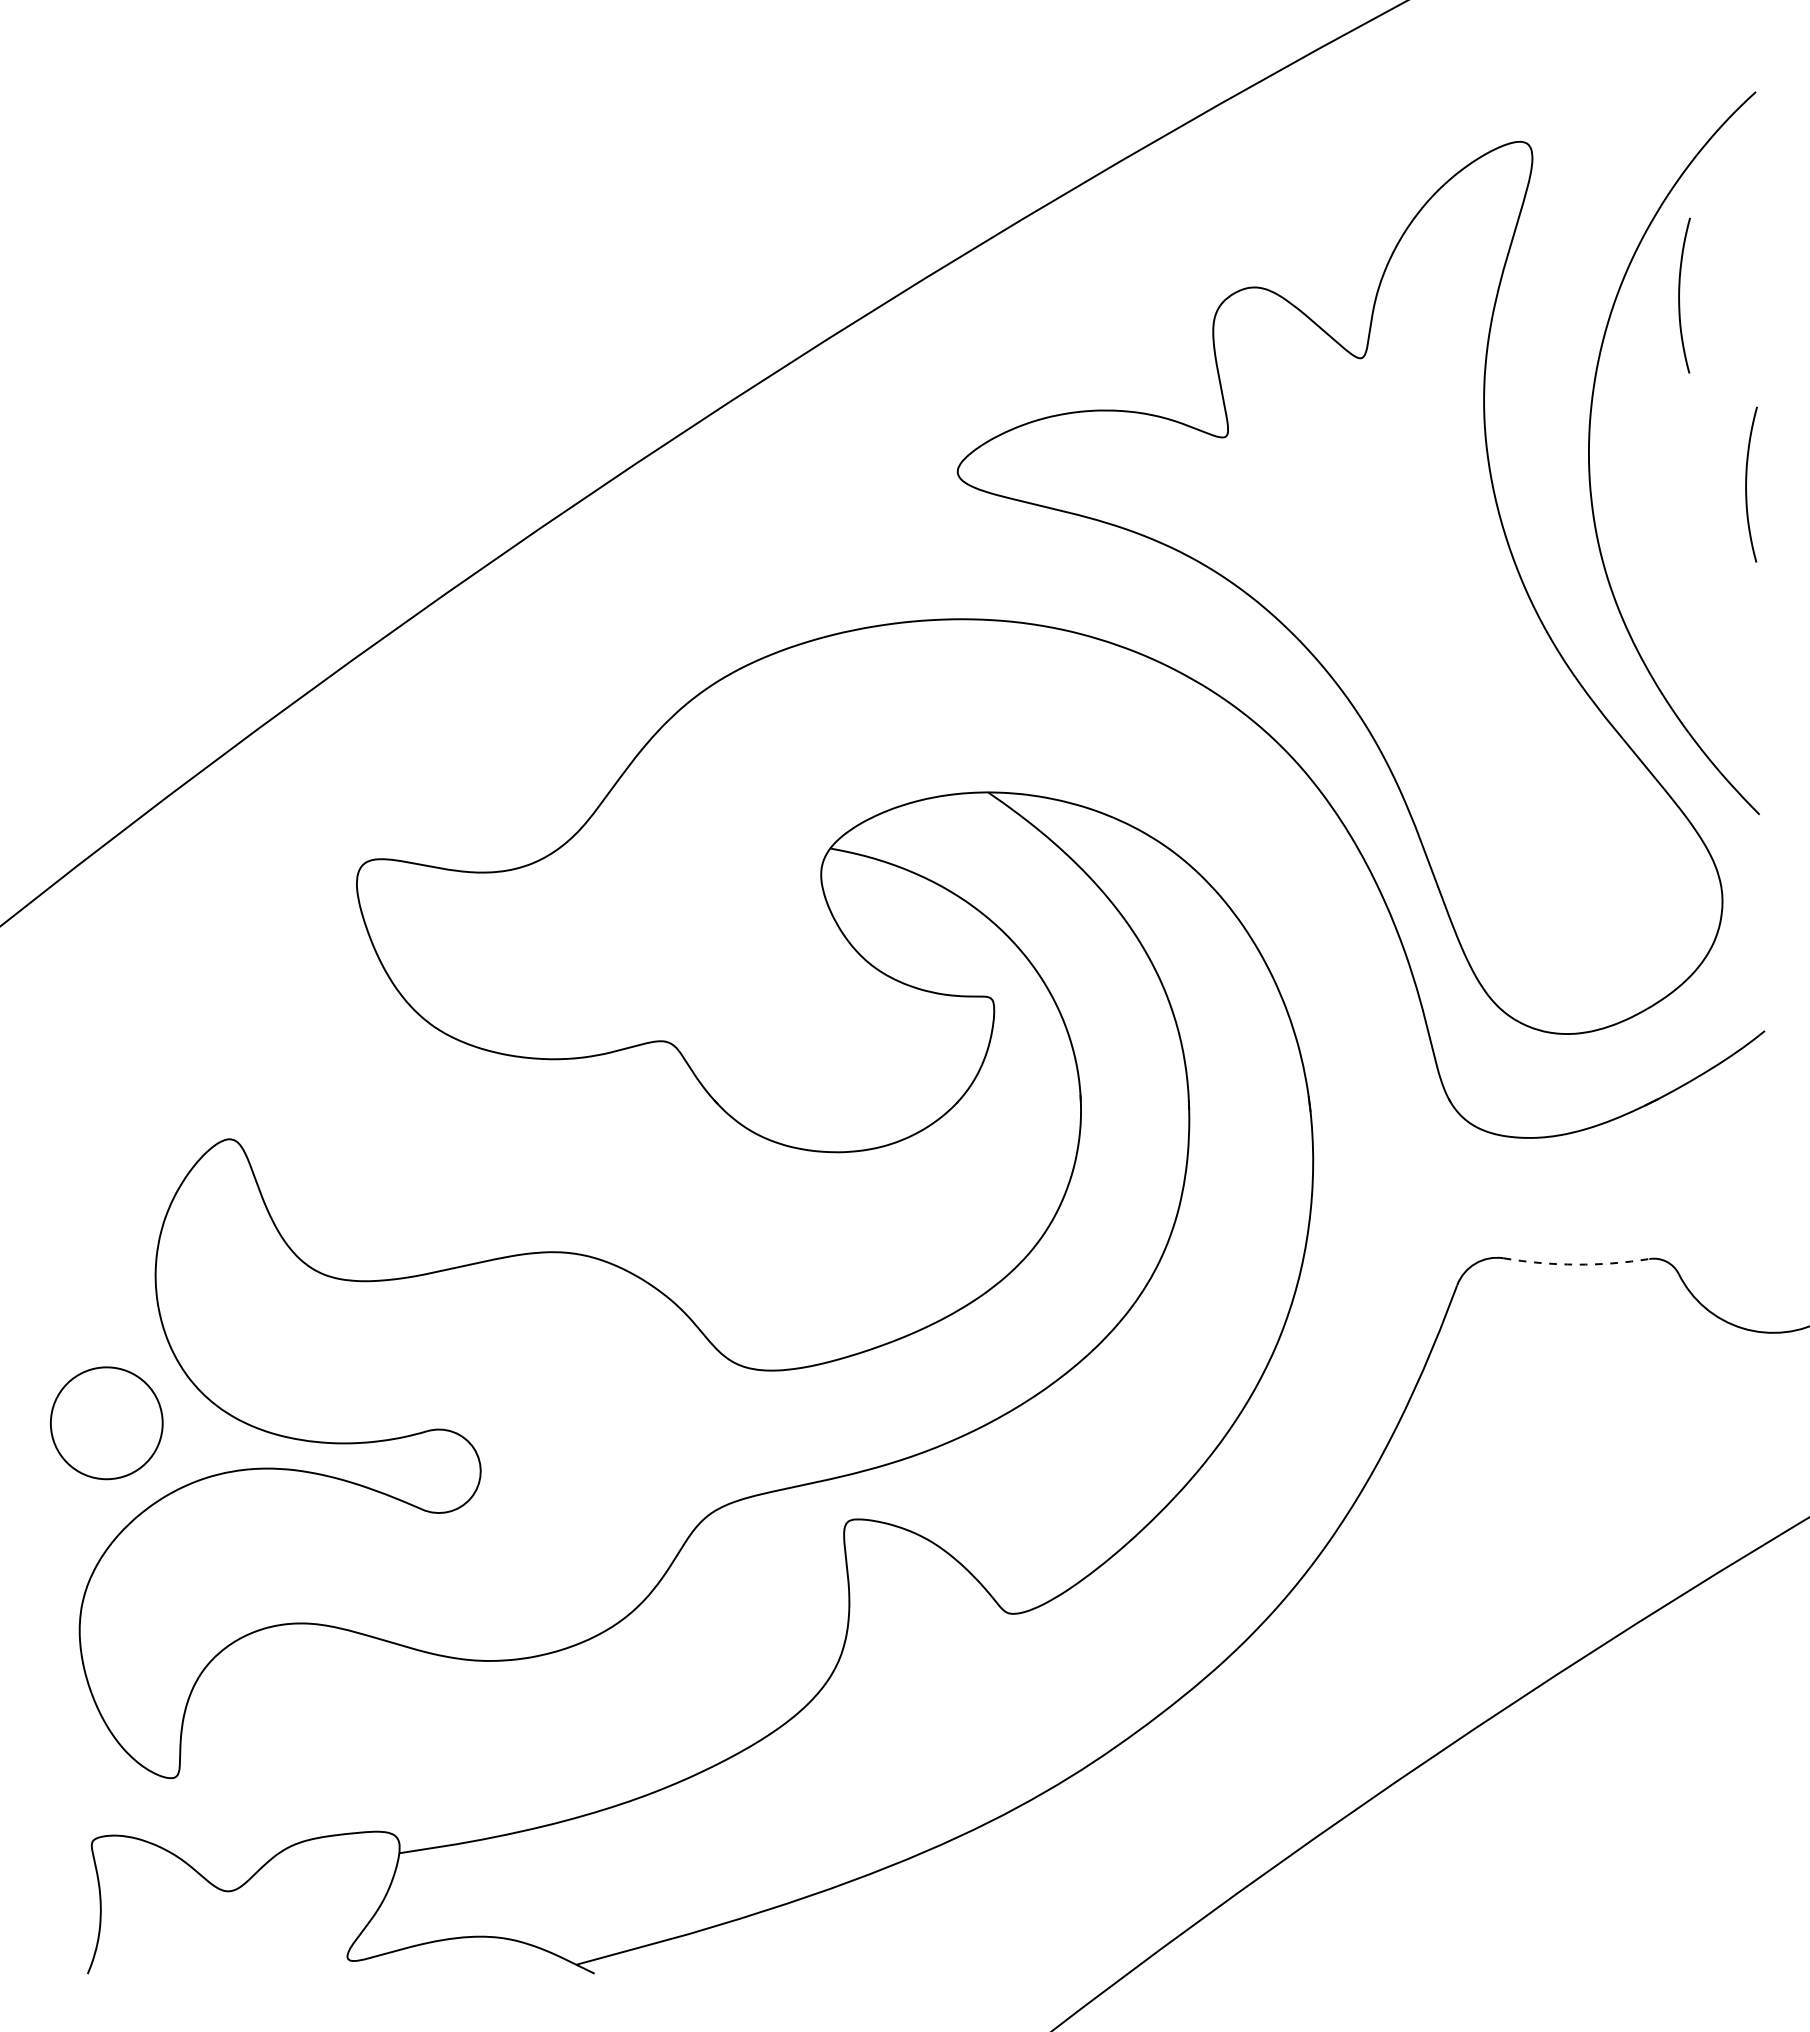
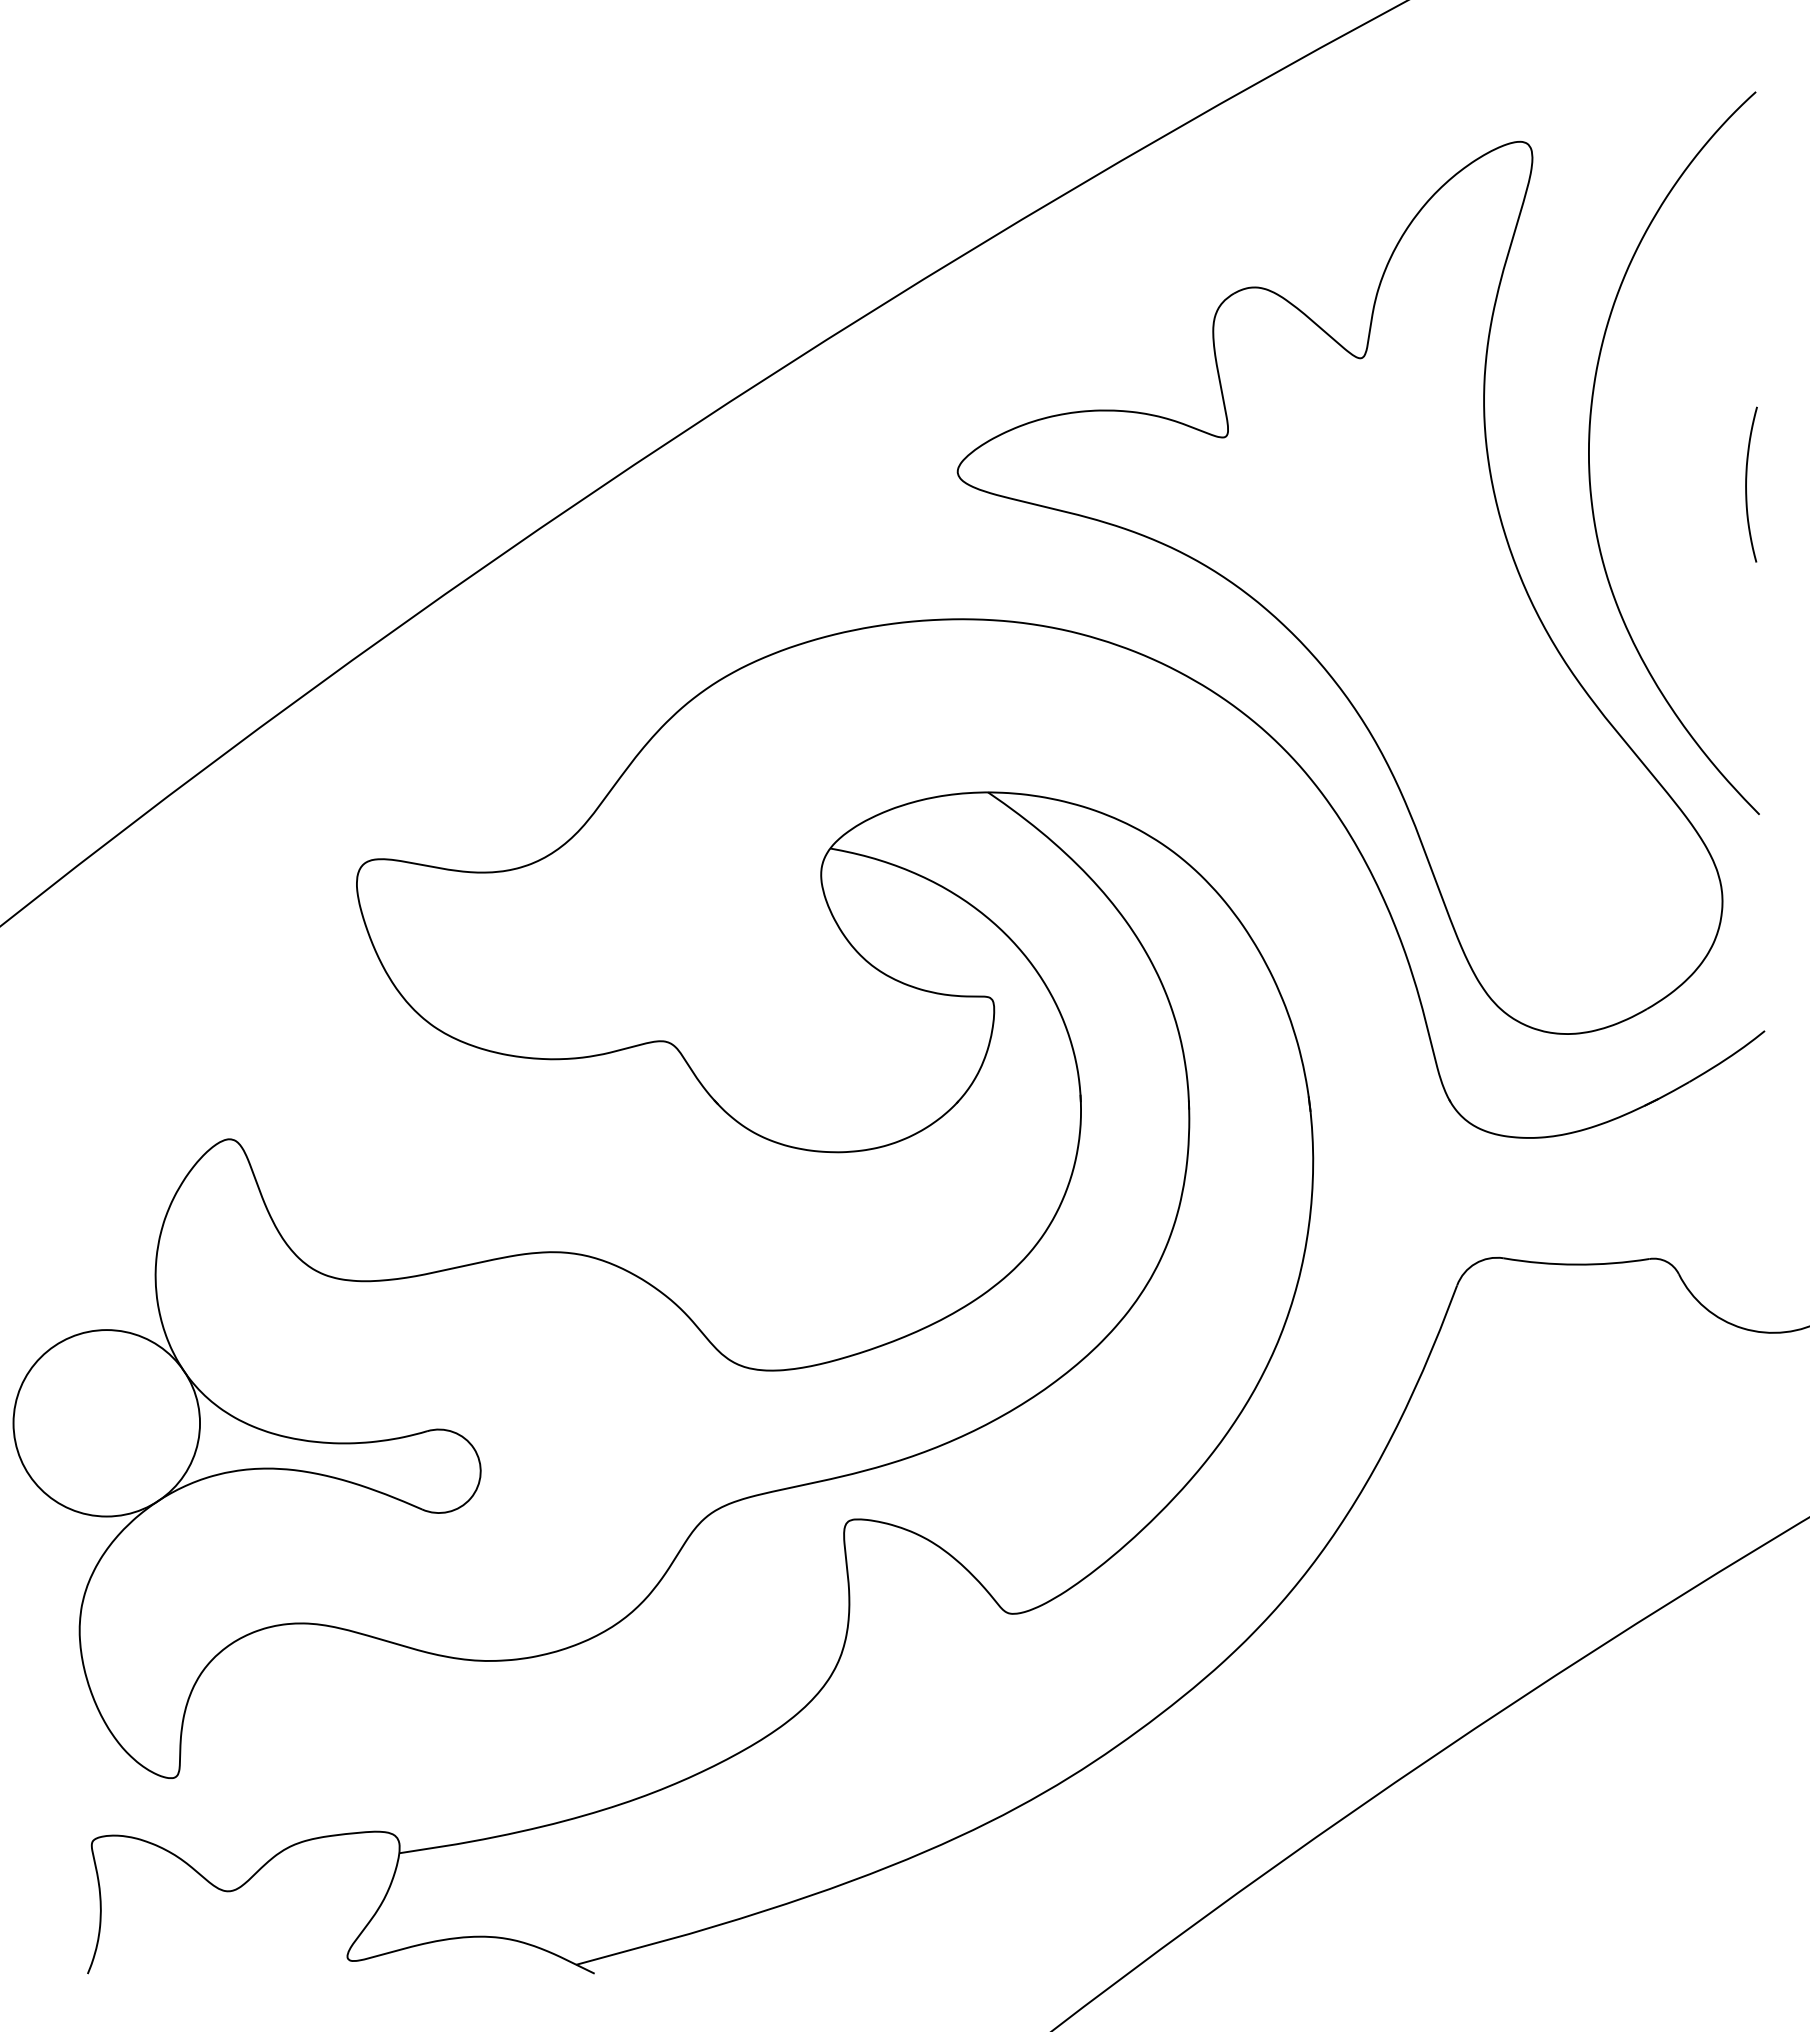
curve at (1679, 295): present -> none
arc at (1576, 1264): dashed -> solid
circle at (106, 1423) diameter: 112 px -> 186 px
